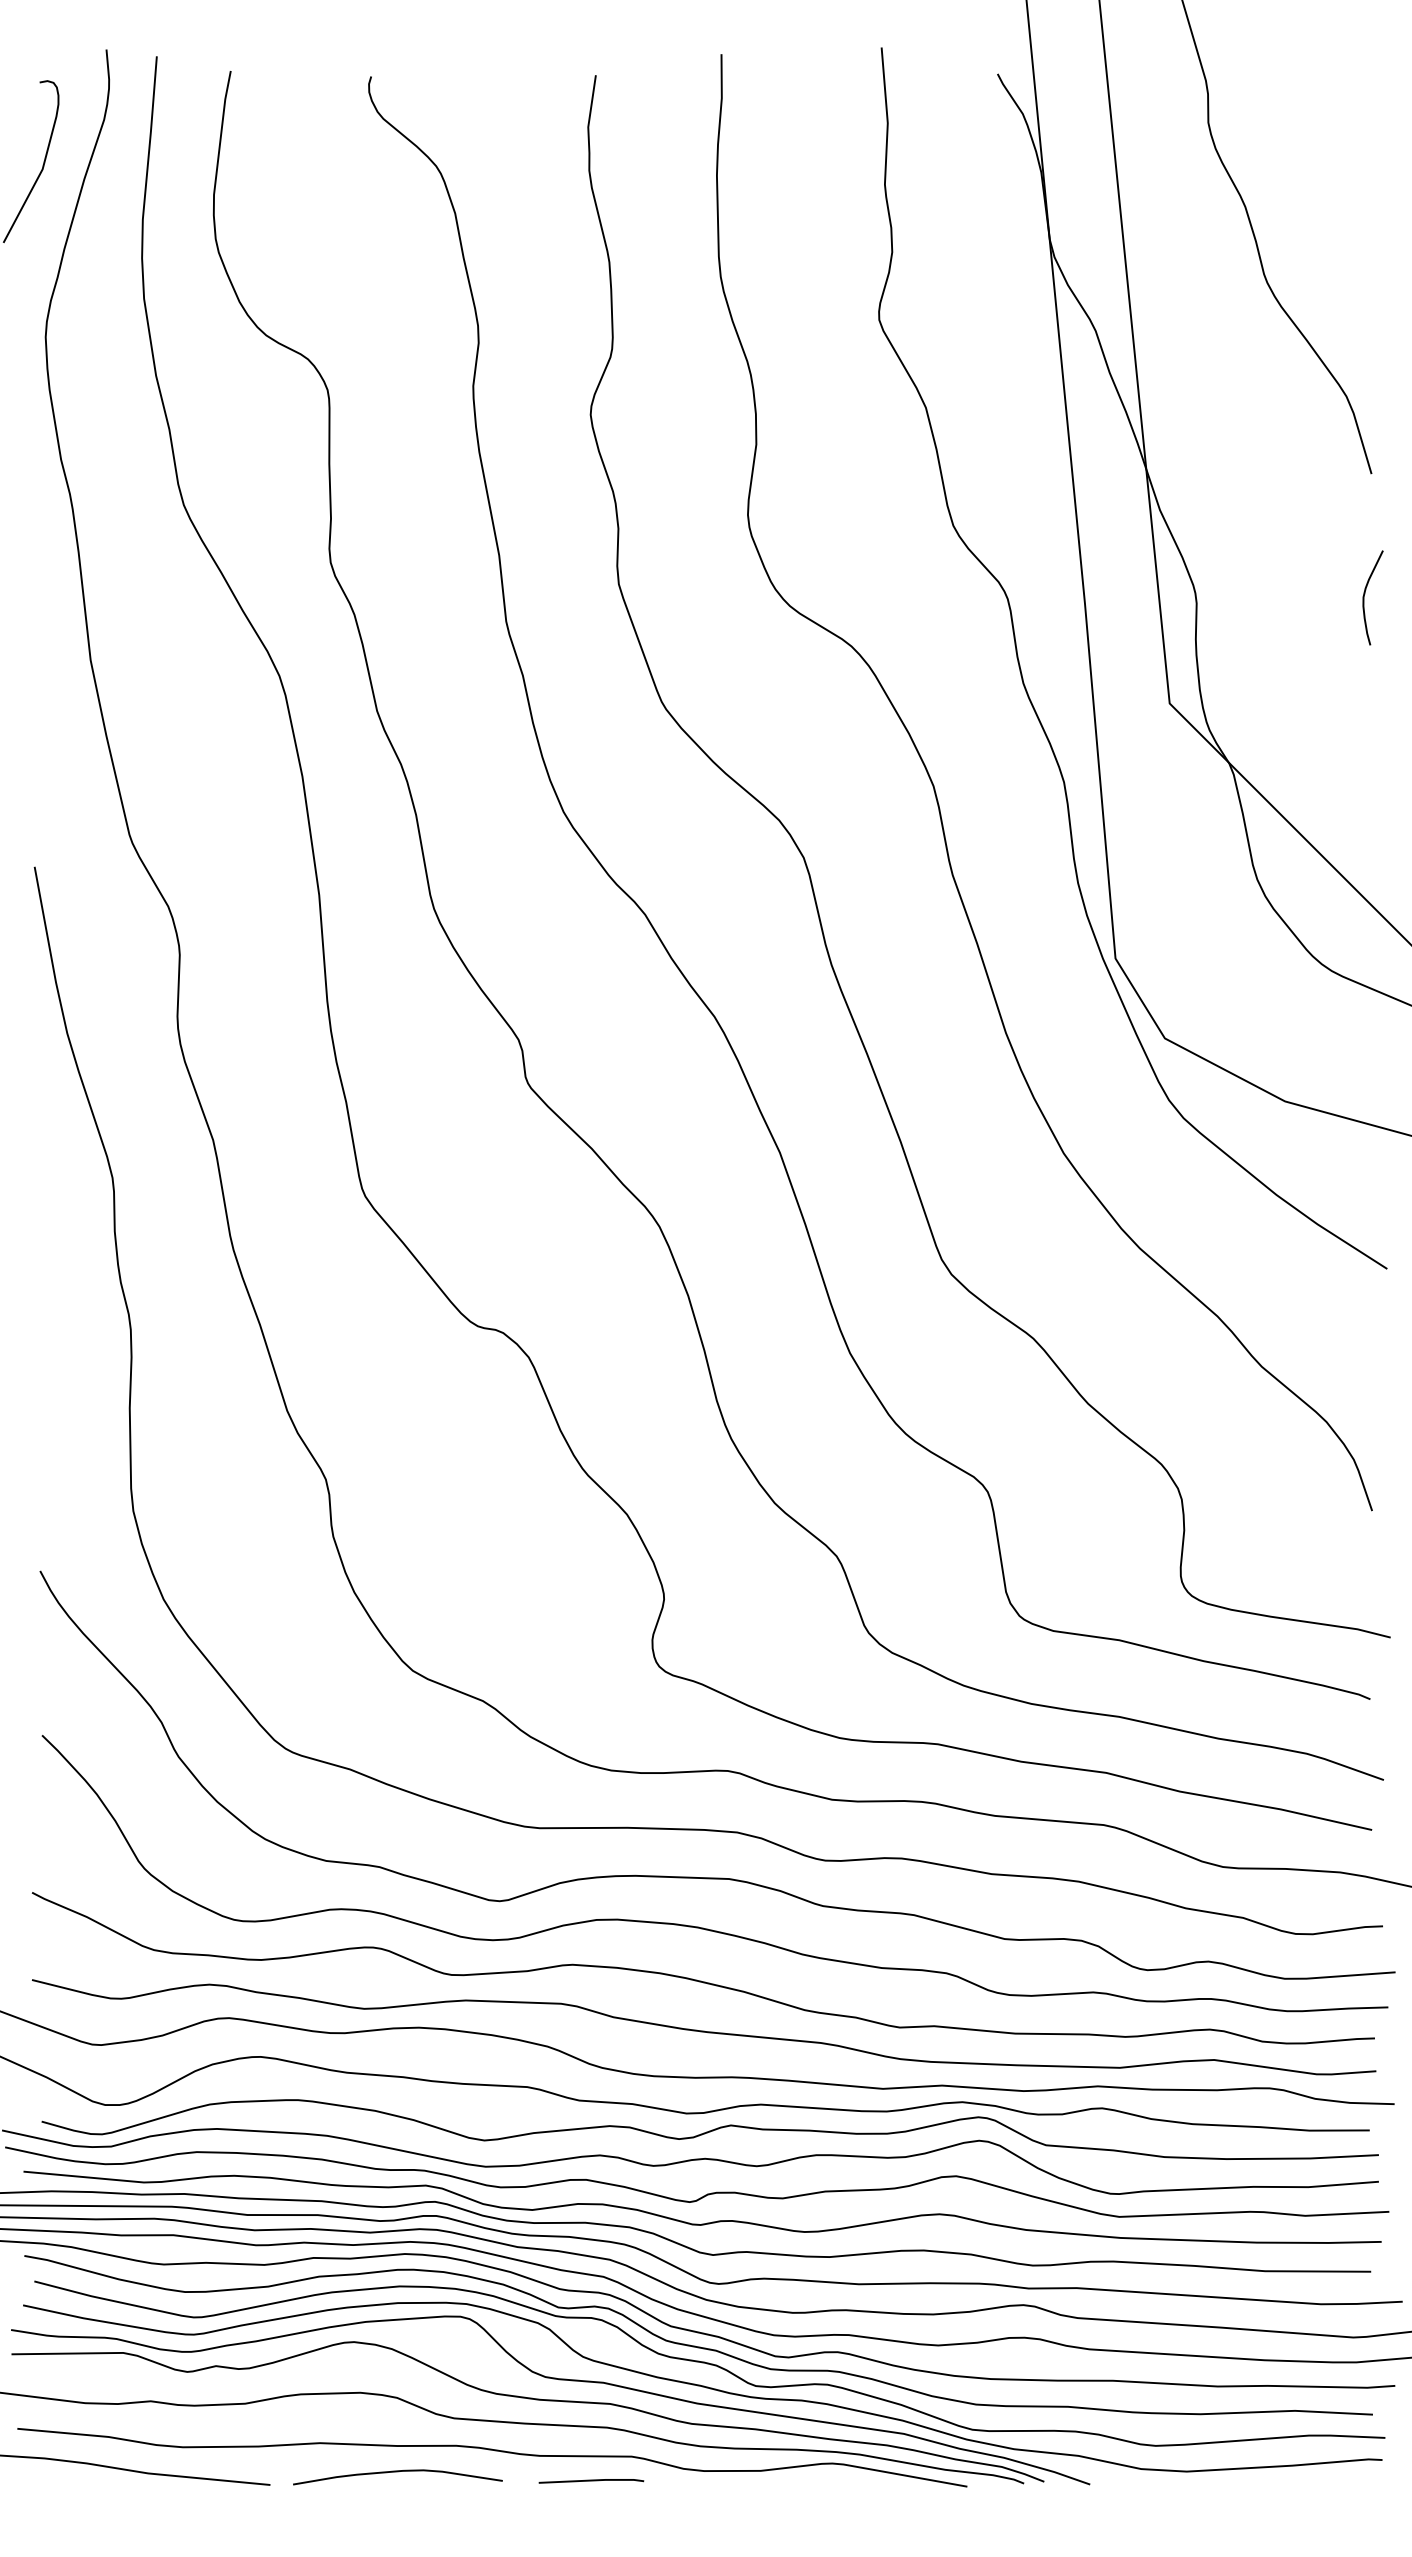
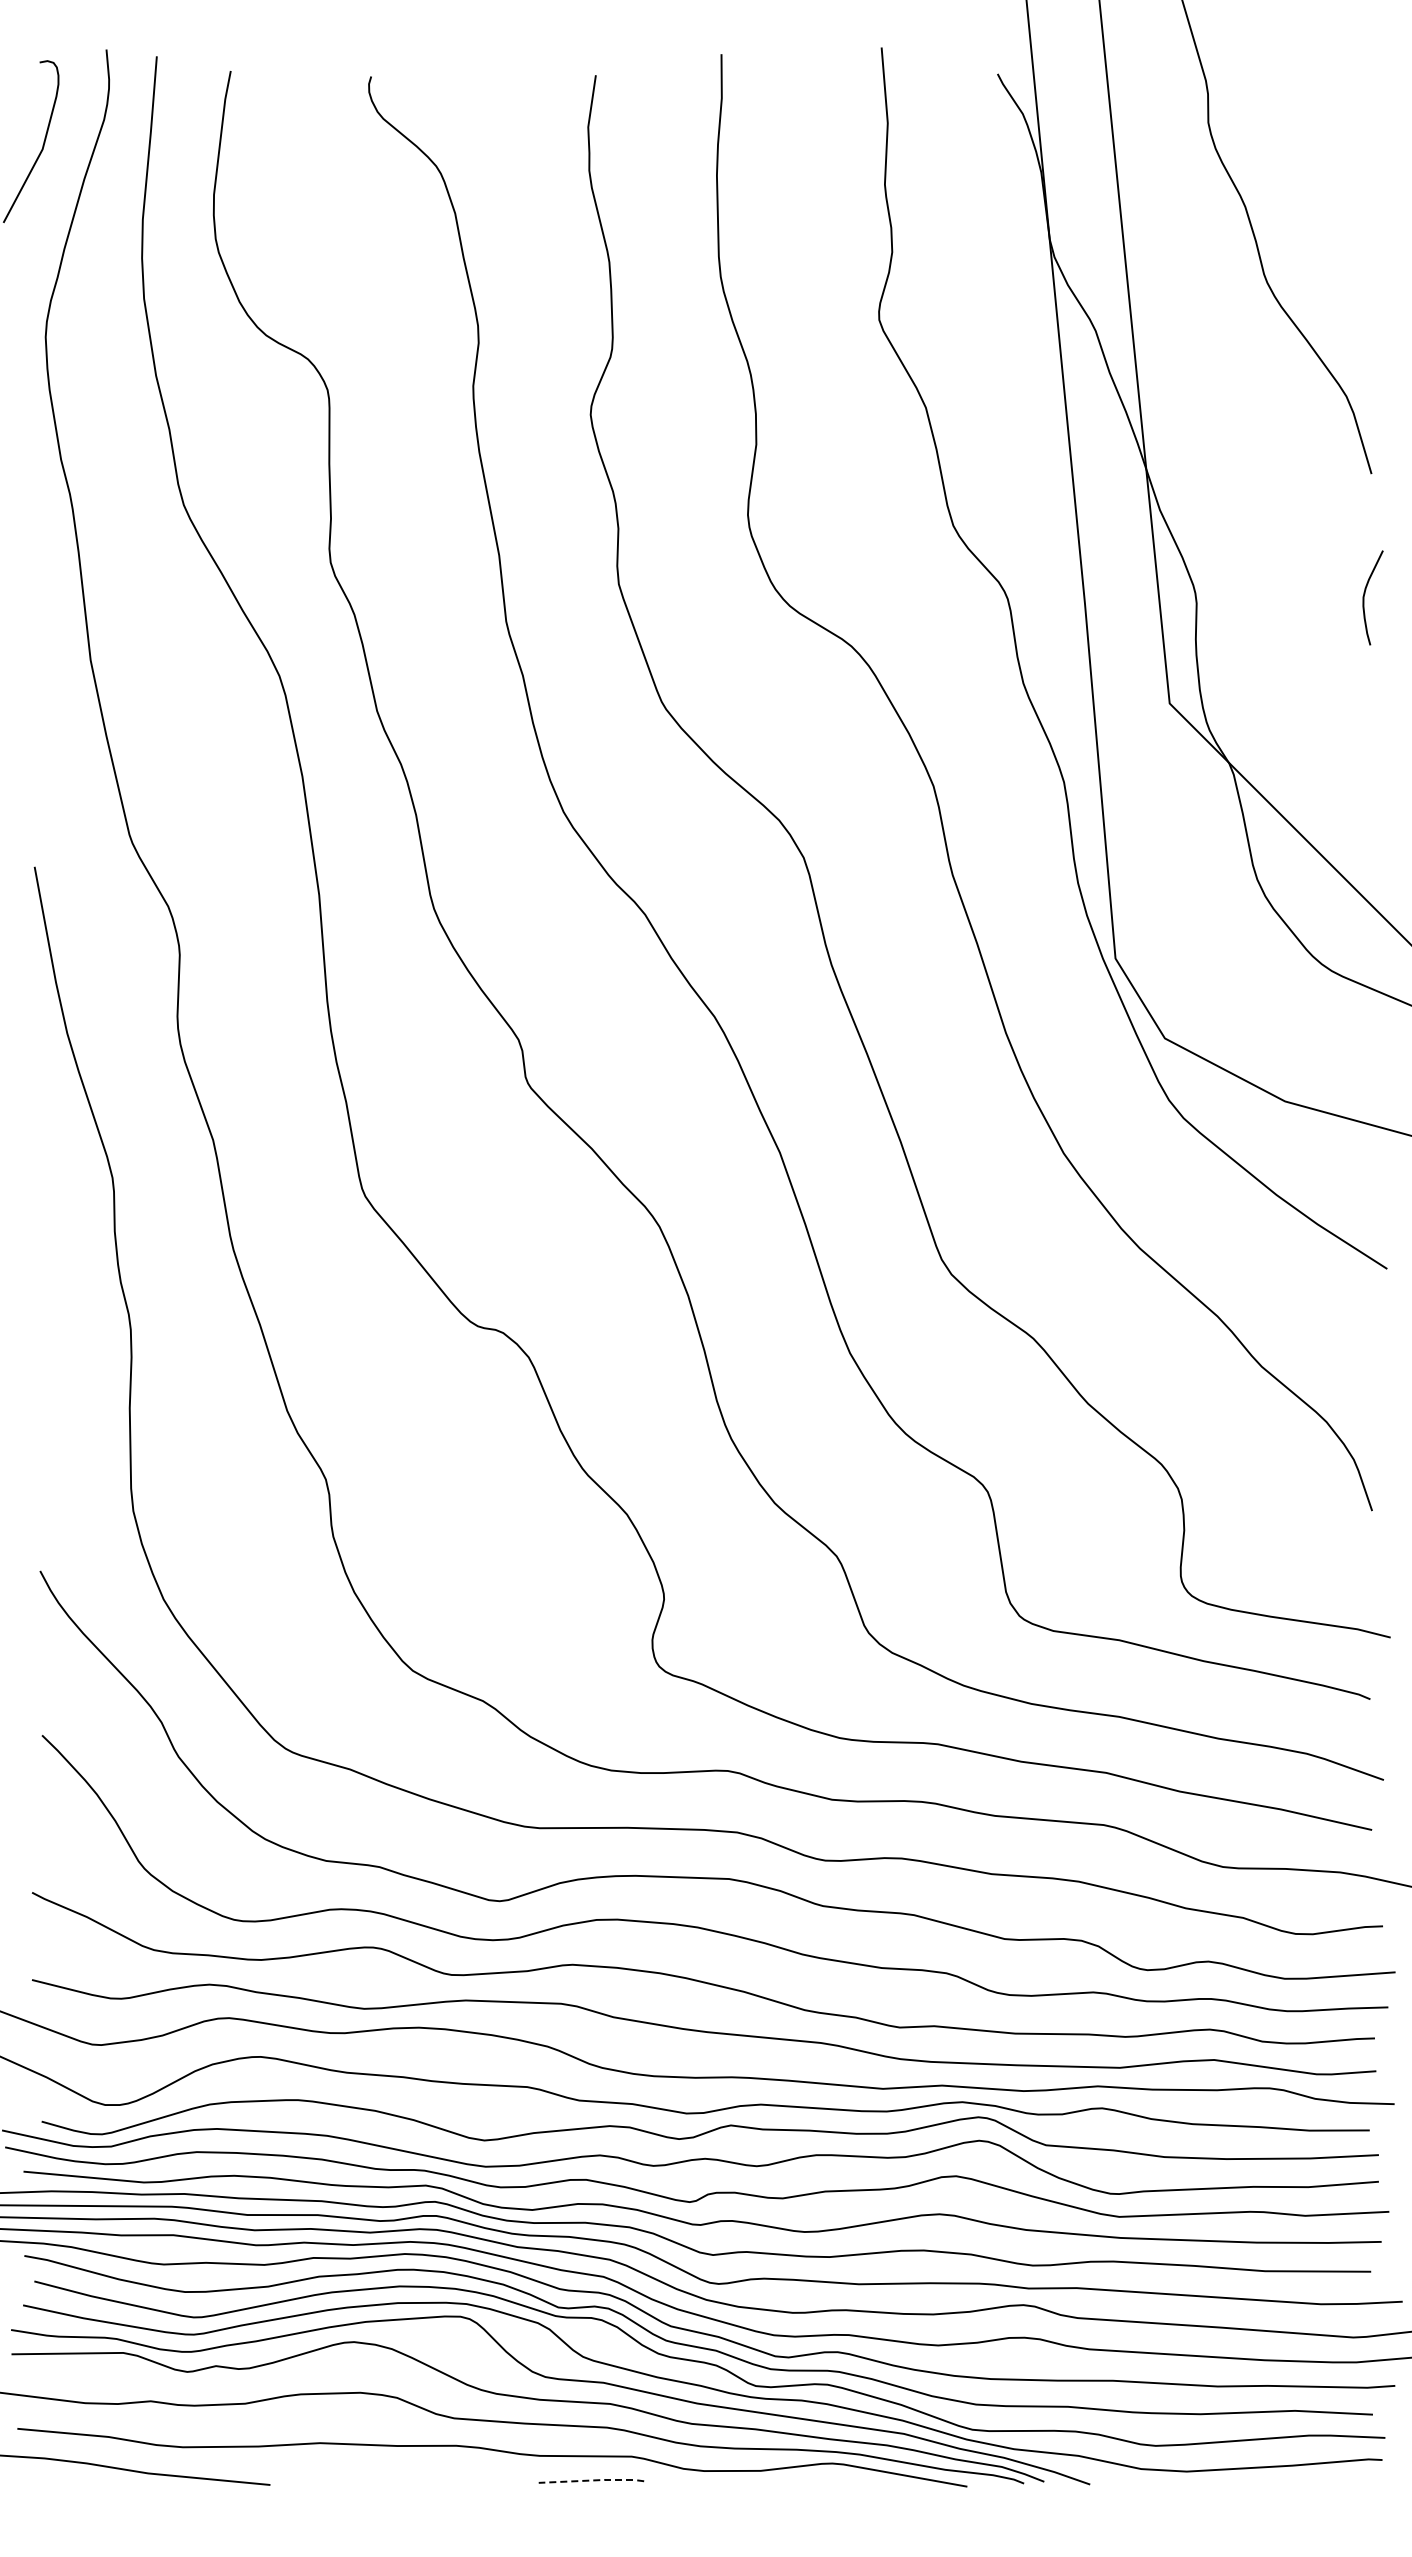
curve at (42, 165) position: (42, 165) -> (42, 145)
curve at (397, 2472): present -> none
line at (592, 2480): solid -> dashed
